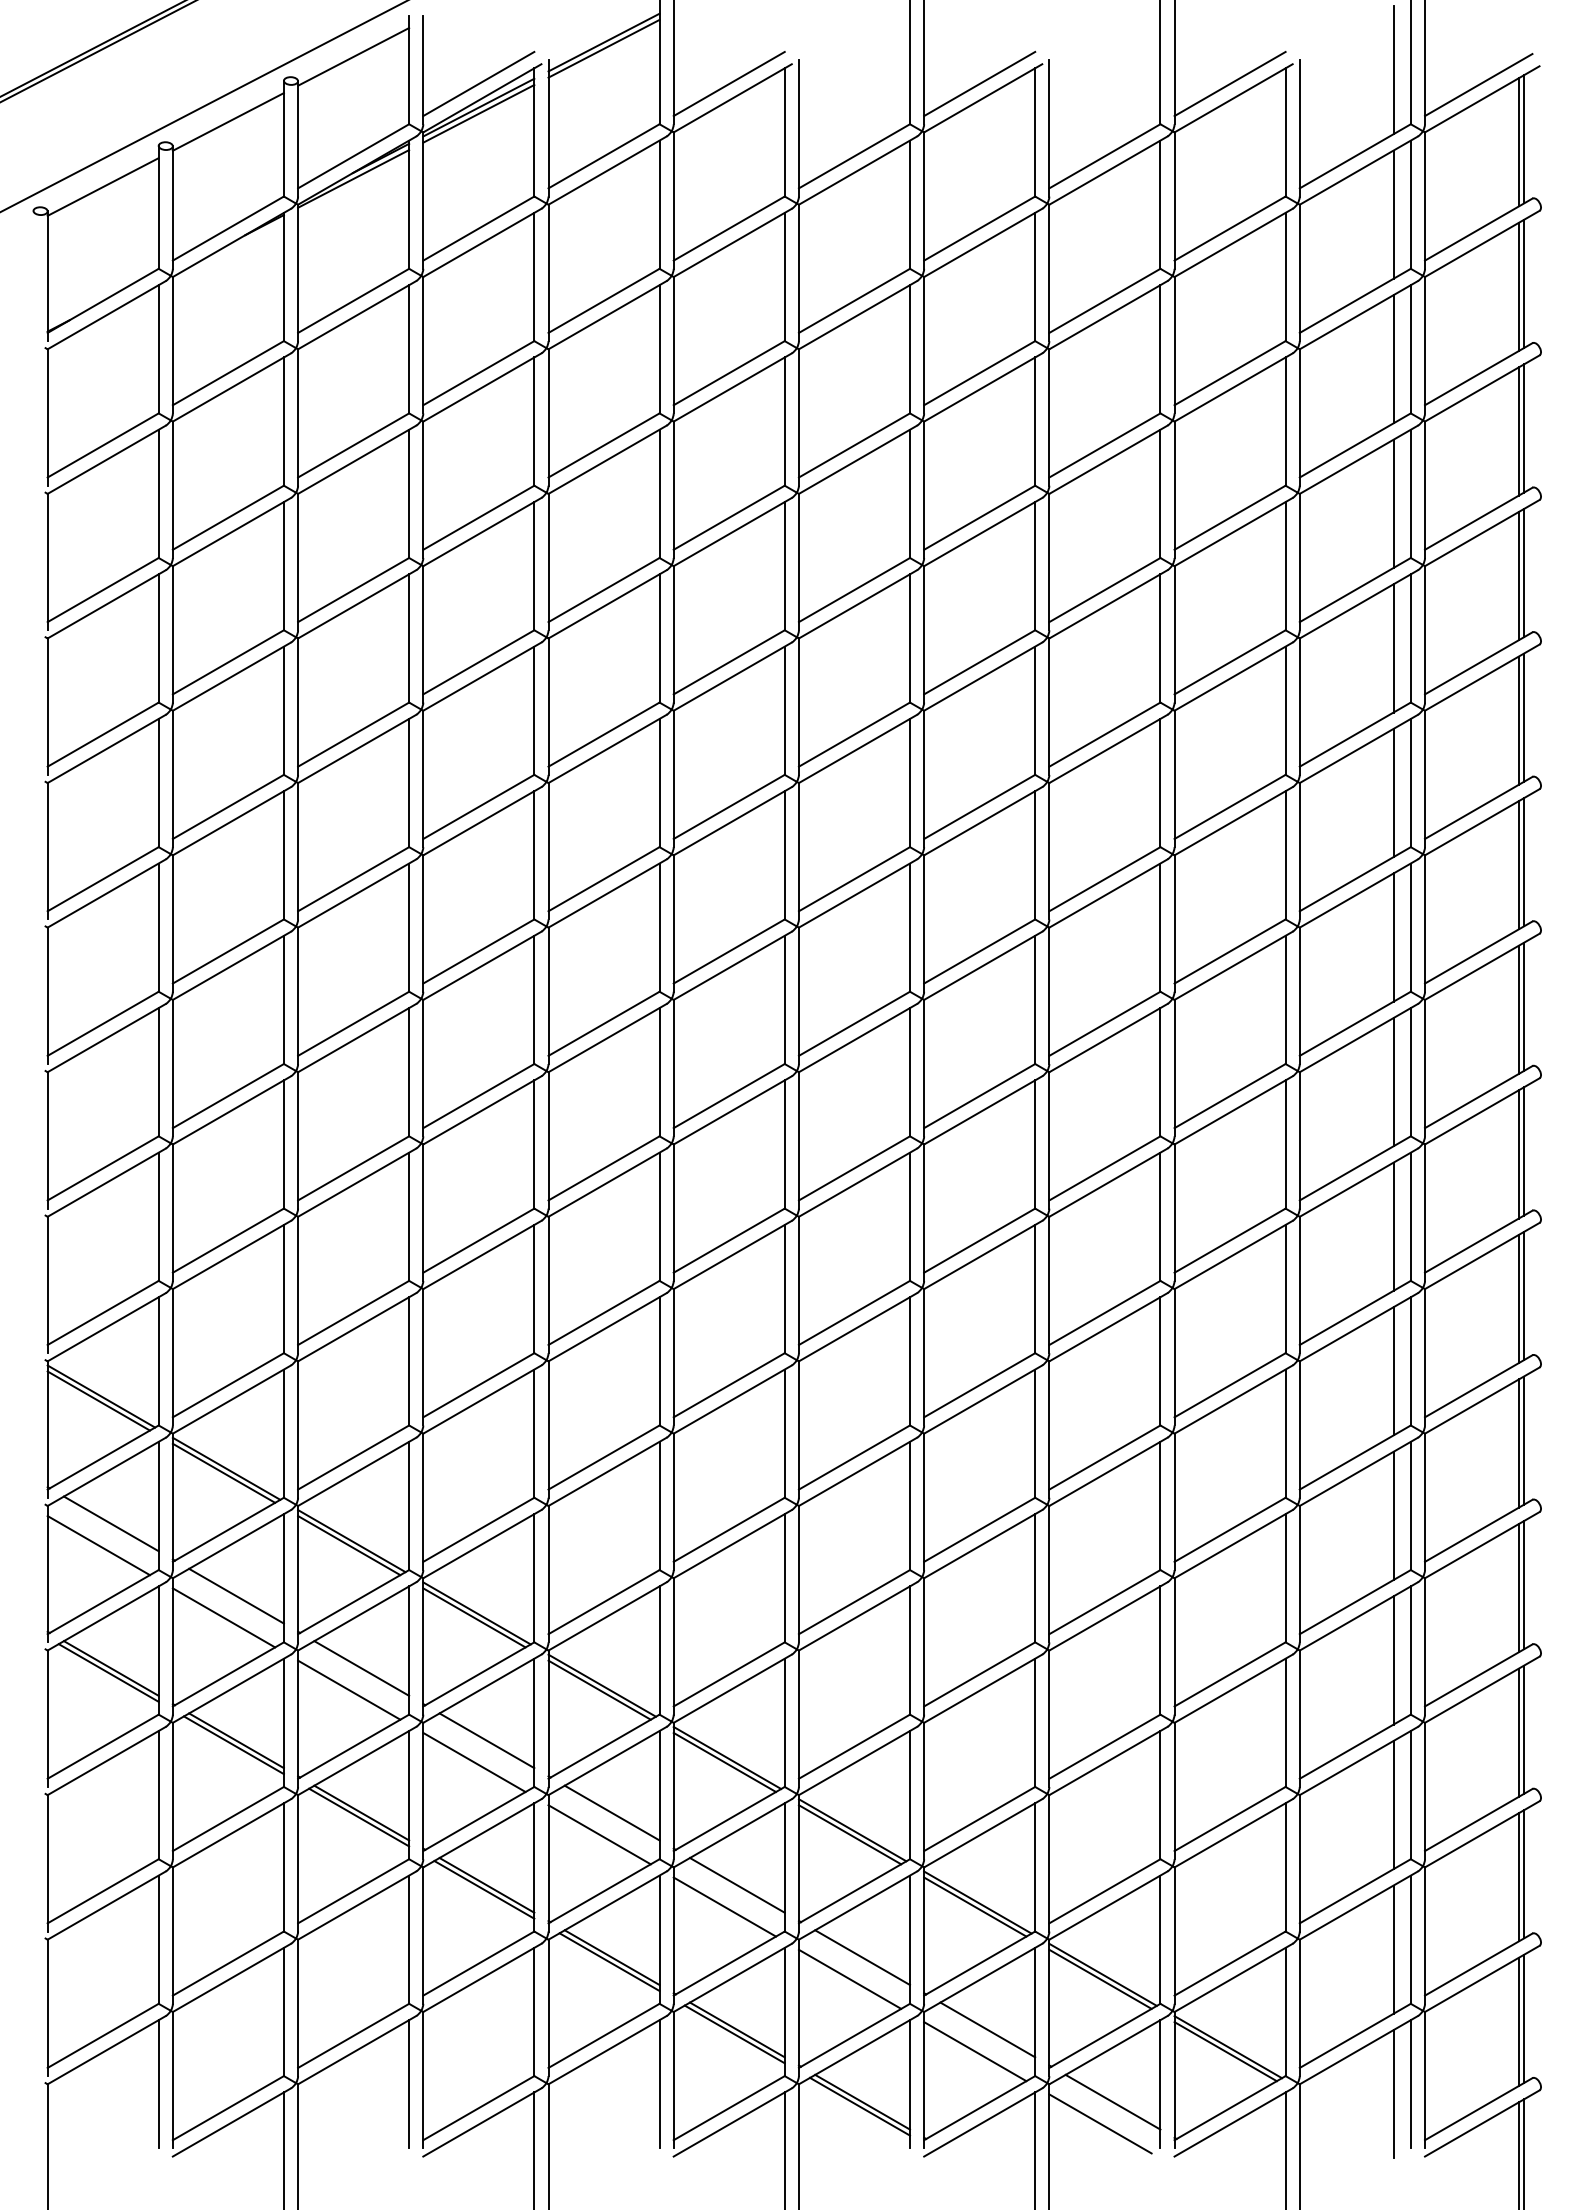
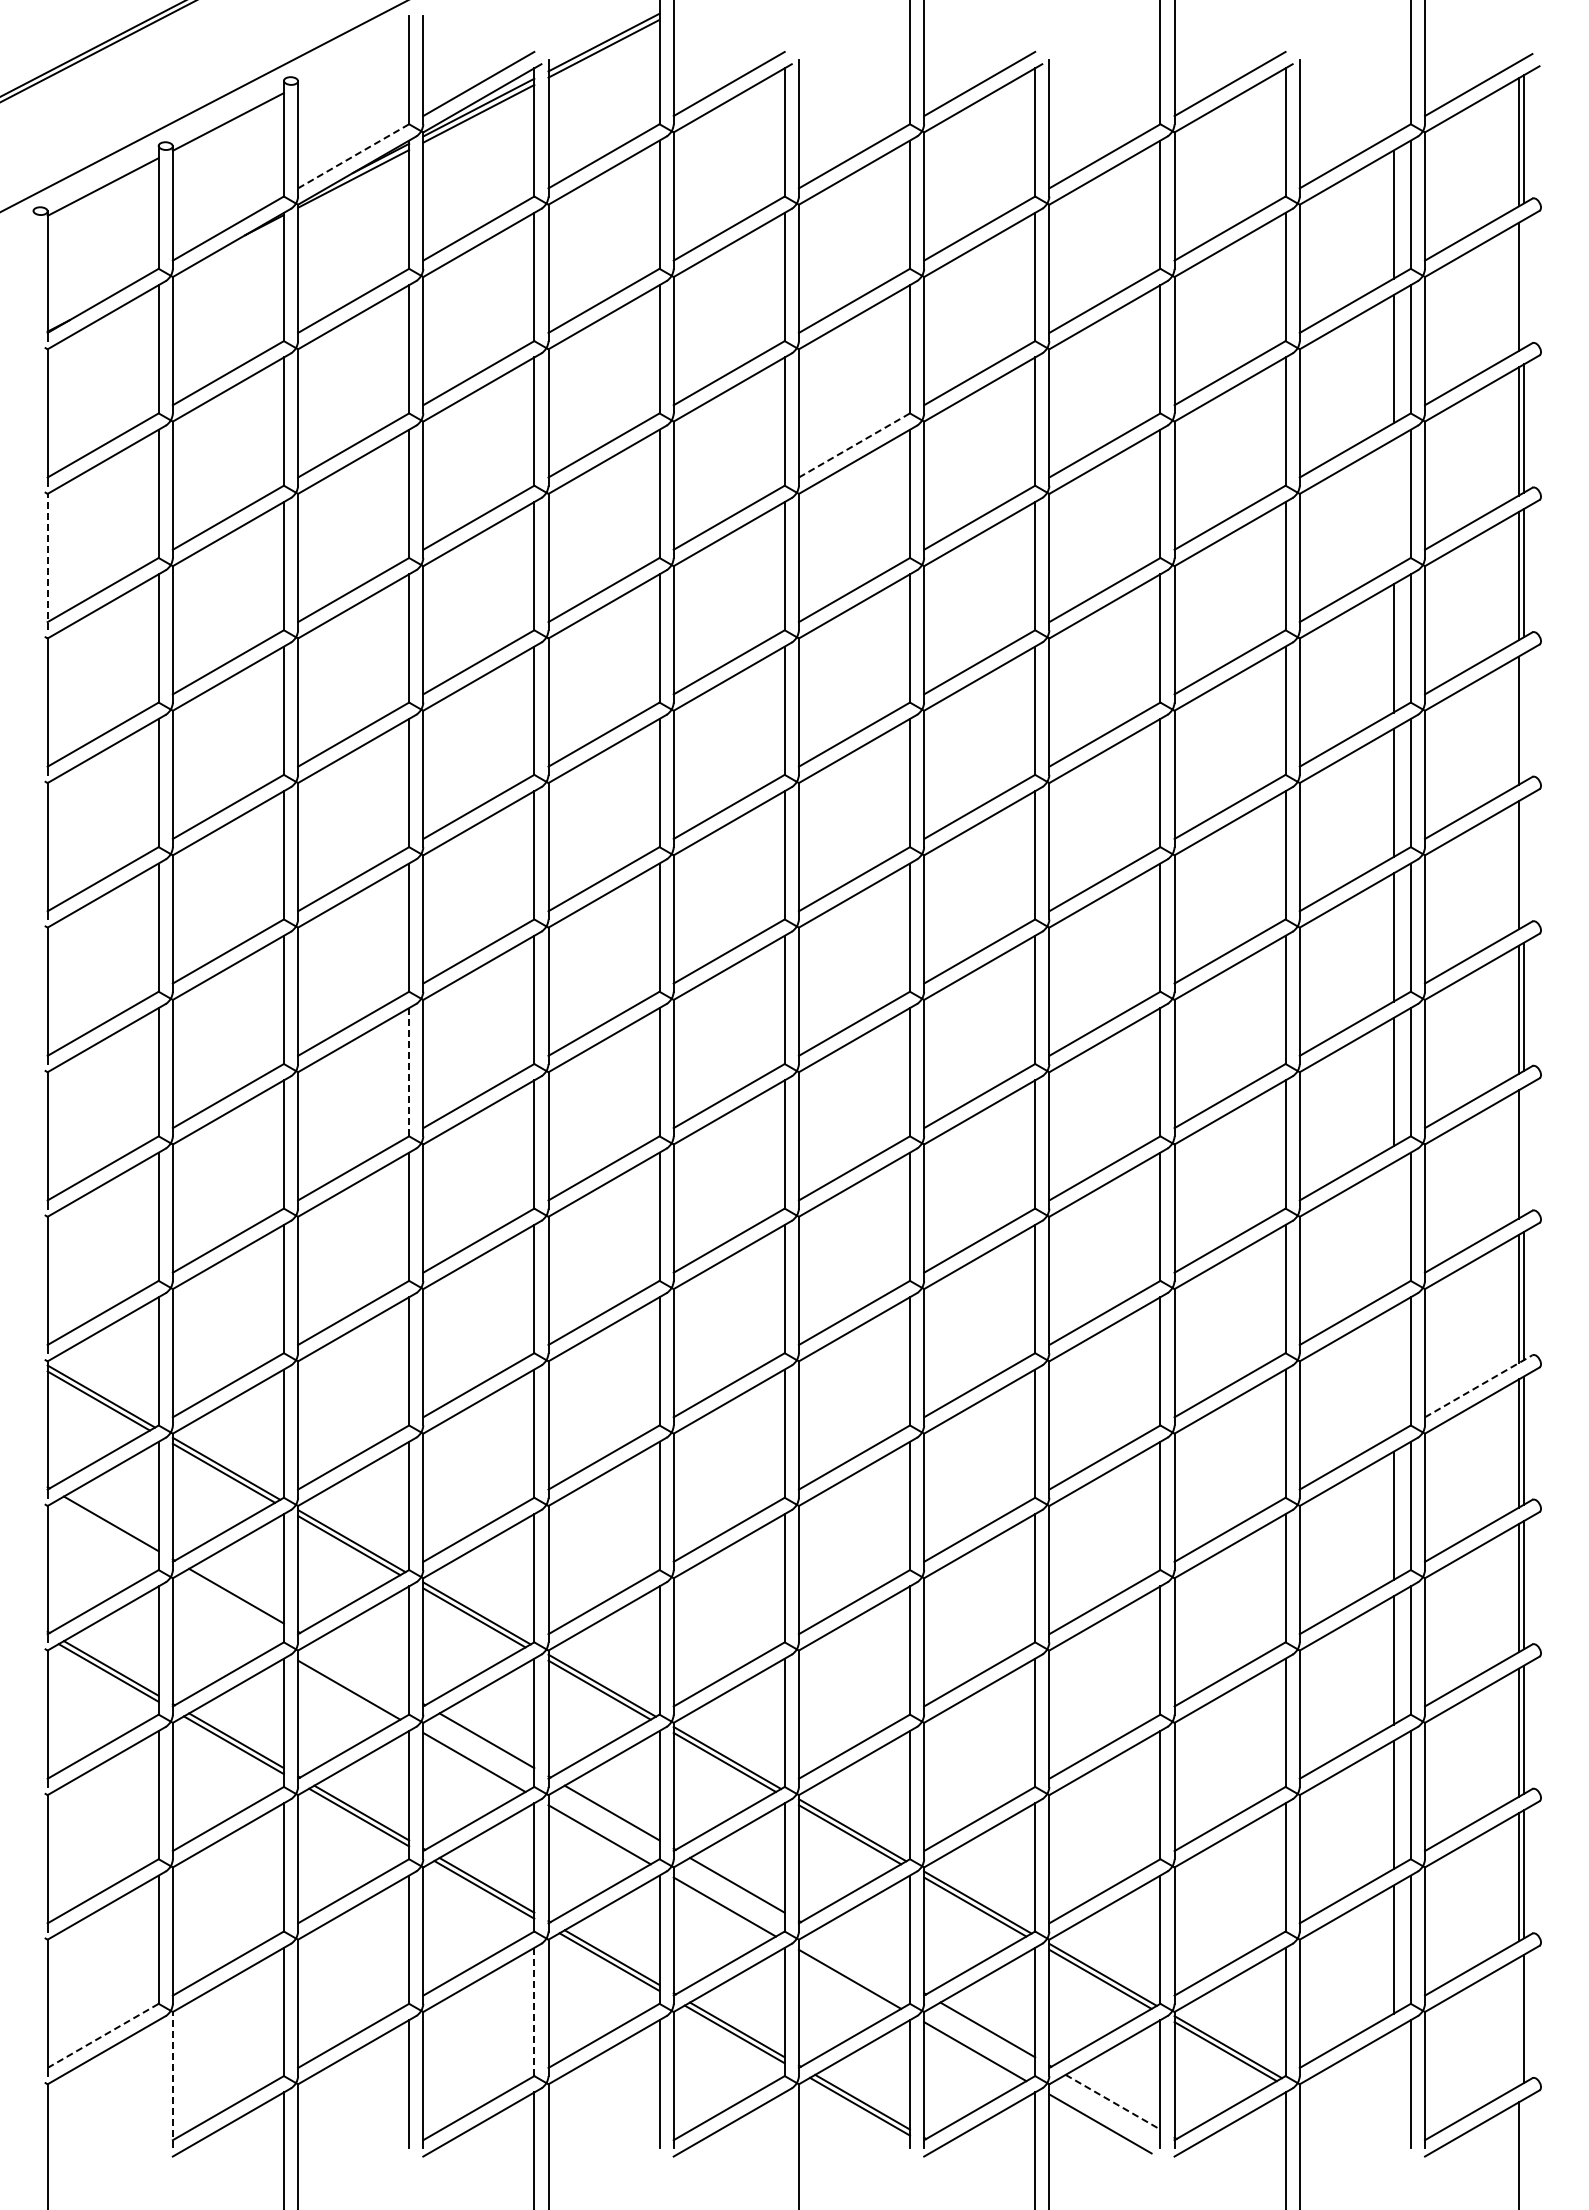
line at (353, 56): present -> none
line at (1393, 69): present -> none
line at (354, 156): solid -> dashed
line at (1524, 283): present -> none
line at (854, 445): solid -> dashed
line at (1393, 503): present -> none
line at (47, 561): solid -> dashed
line at (1524, 717): present -> none
line at (1524, 862): present -> none
line at (409, 1071): solid -> dashed
line at (1524, 1151): present -> none
line at (1393, 1226): present -> none
line at (1393, 1371): present -> none
line at (1479, 1386): solid -> dashed
line at (98, 1545): present -> none
line at (223, 1617): present -> none
line at (361, 1668): present -> none
line at (862, 1957): present -> none
line at (534, 2011): solid -> dashed
line at (1518, 2021): present -> none
line at (103, 2035): solid -> dashed
line at (172, 2079): solid -> dashed
line at (158, 2084): present -> none
line at (1393, 2094): present -> none
line at (1113, 2102): solid -> dashed
line at (784, 2149): present -> none
line at (1524, 2152): present -> none
